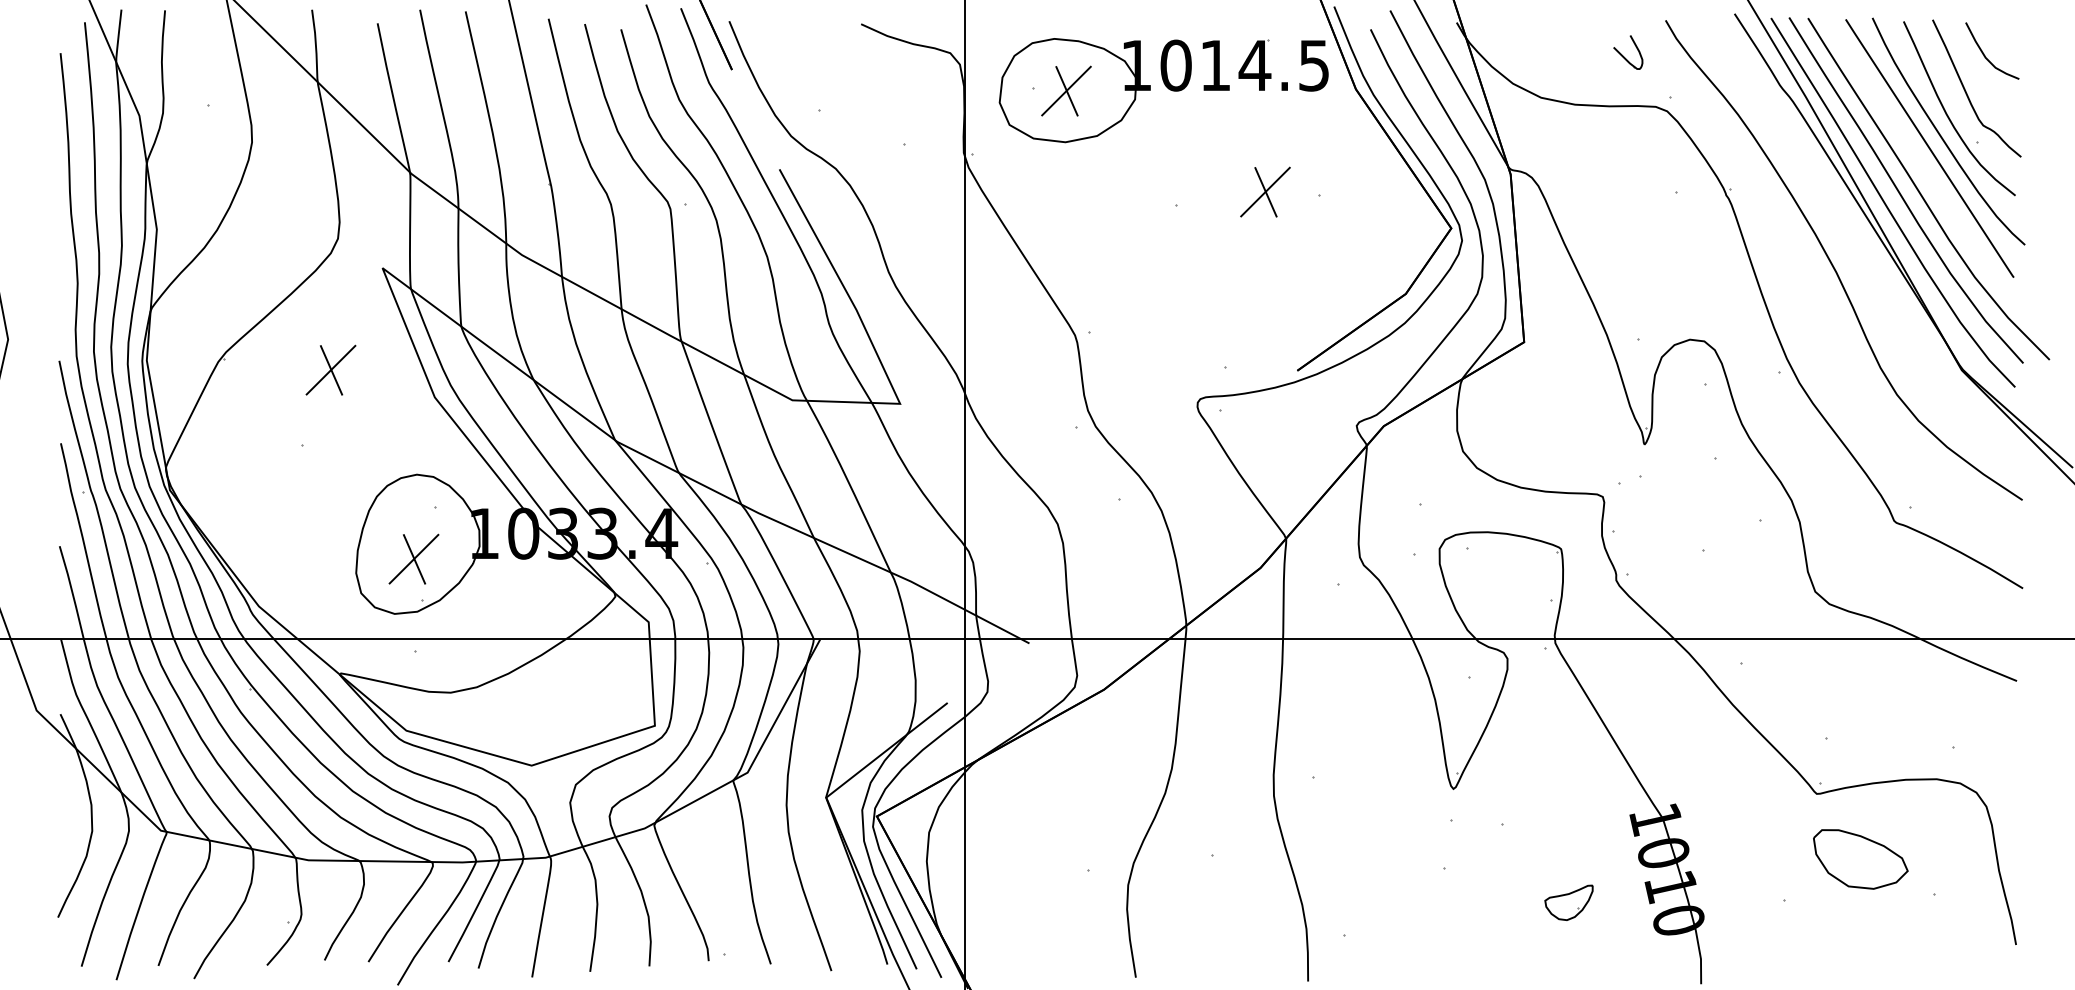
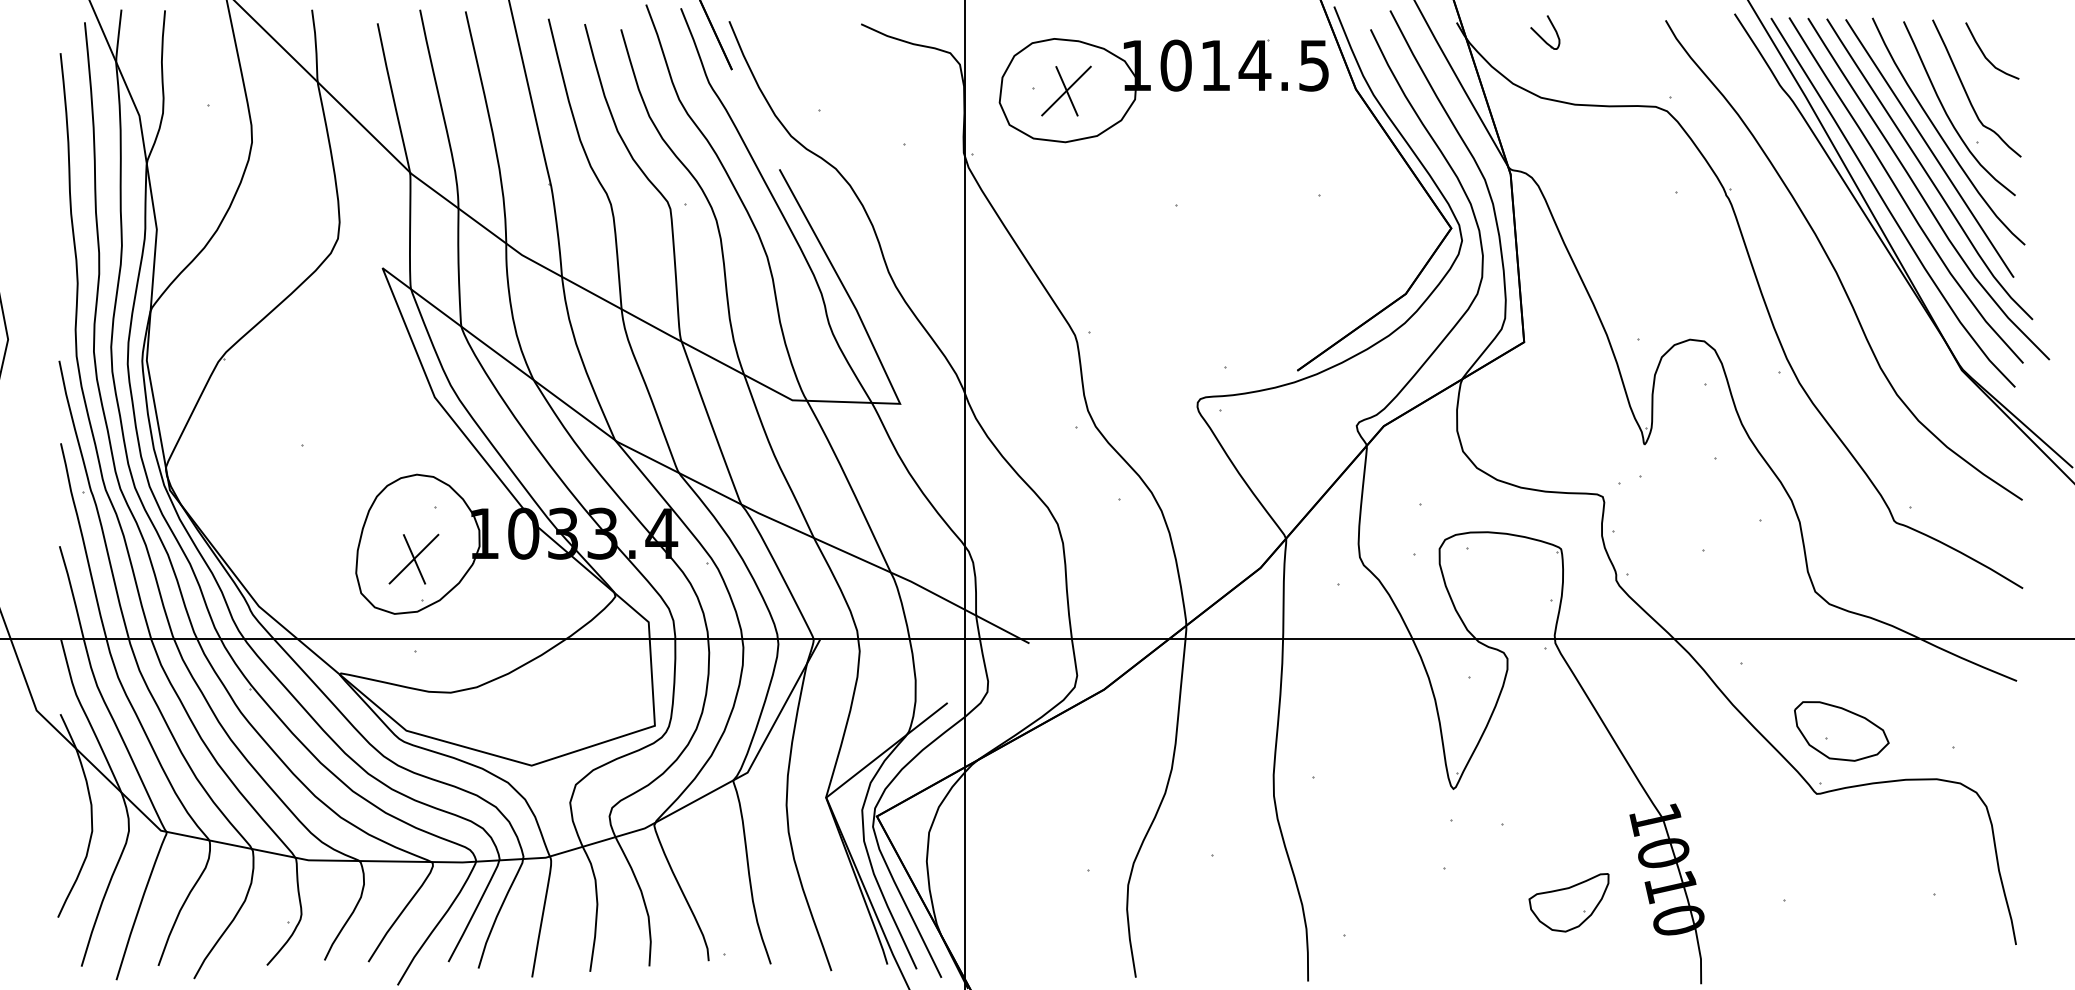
part at (1628, 52) position: (1628, 52) -> (1545, 32)
curve at (1926, 170): none -> present
part at (1265, 191): present -> none
part at (330, 369): present -> none
part at (1860, 859) position: (1860, 859) -> (1841, 731)
part at (1568, 902) size: 50x37 px -> 82x60 px
